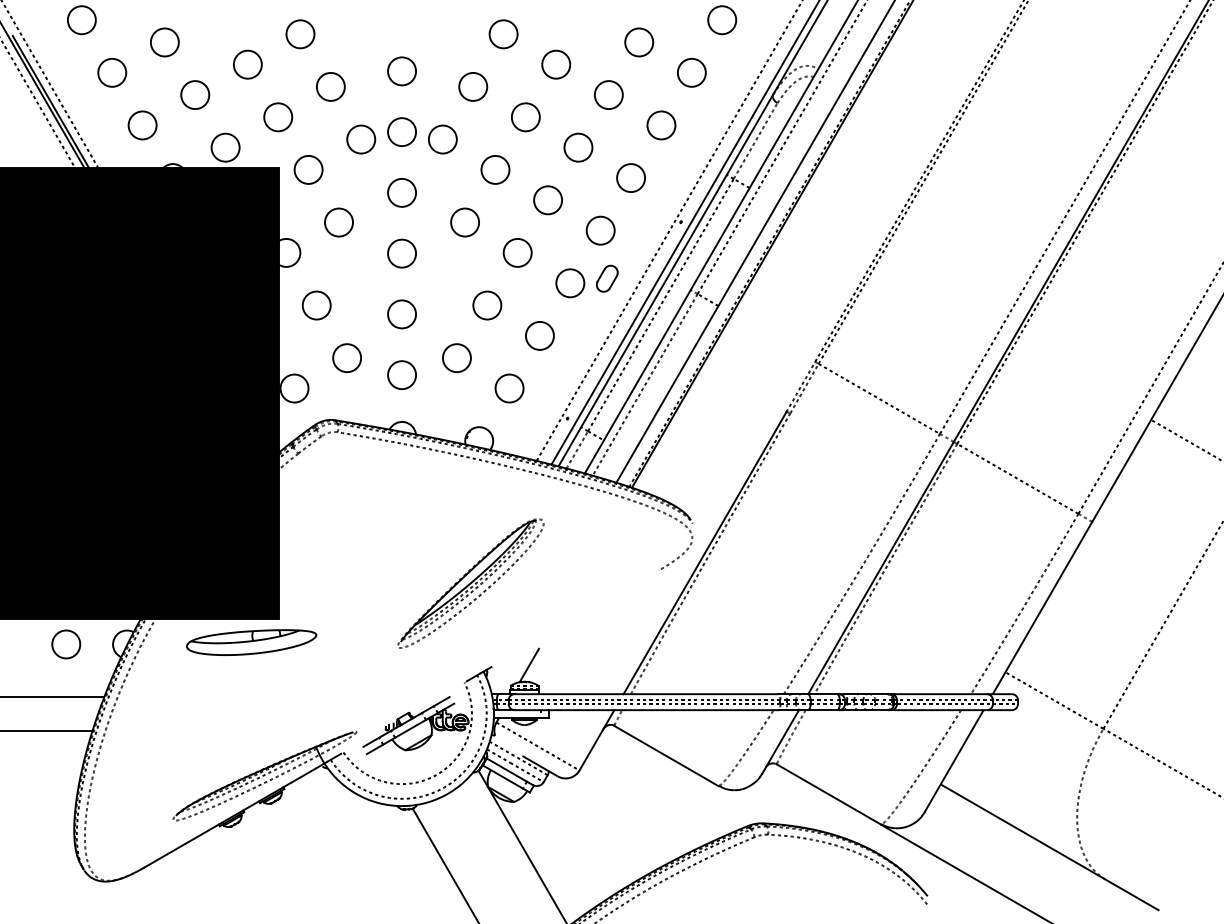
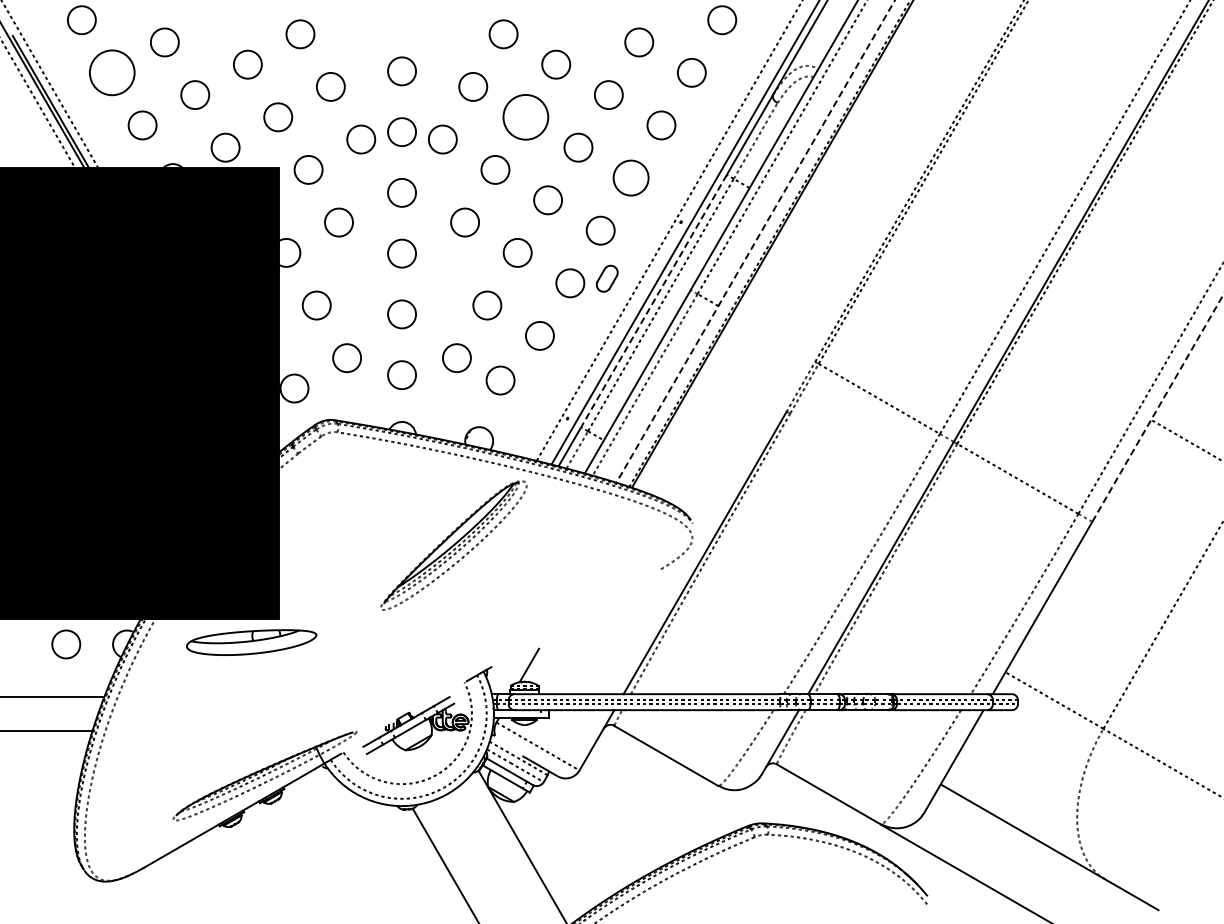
circle at (112, 72) diameter: 28 px -> 45 px
circle at (525, 117) diameter: 28 px -> 45 px
circle at (630, 177) size: 30x30 px -> 38x38 px
line at (755, 242): solid -> dashed
line at (654, 301): solid -> dashed
circle at (509, 388) position: (509, 388) -> (500, 380)
line at (1158, 407): solid -> dashed
part at (470, 583) position: (470, 583) -> (453, 545)
